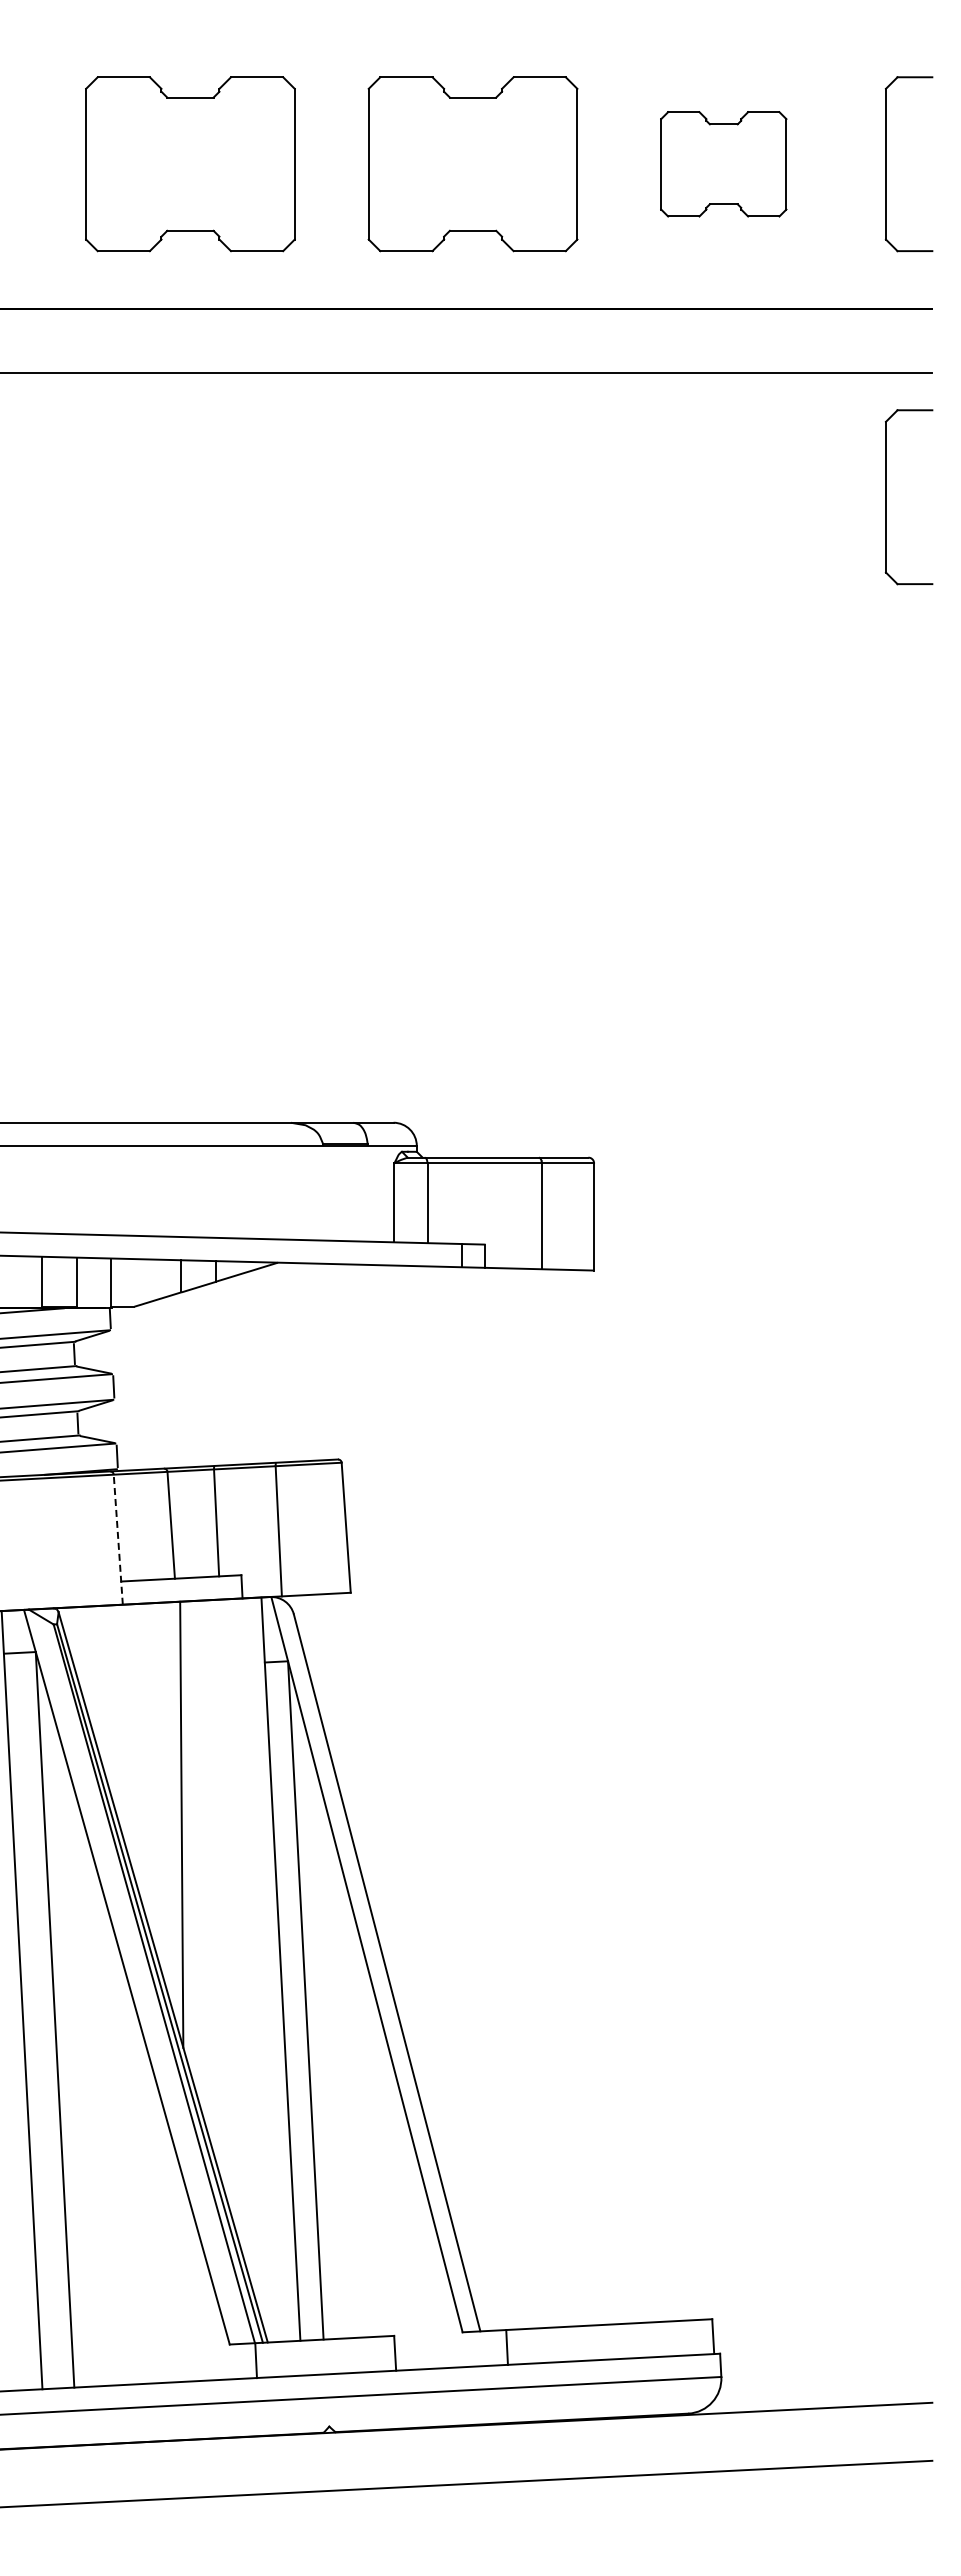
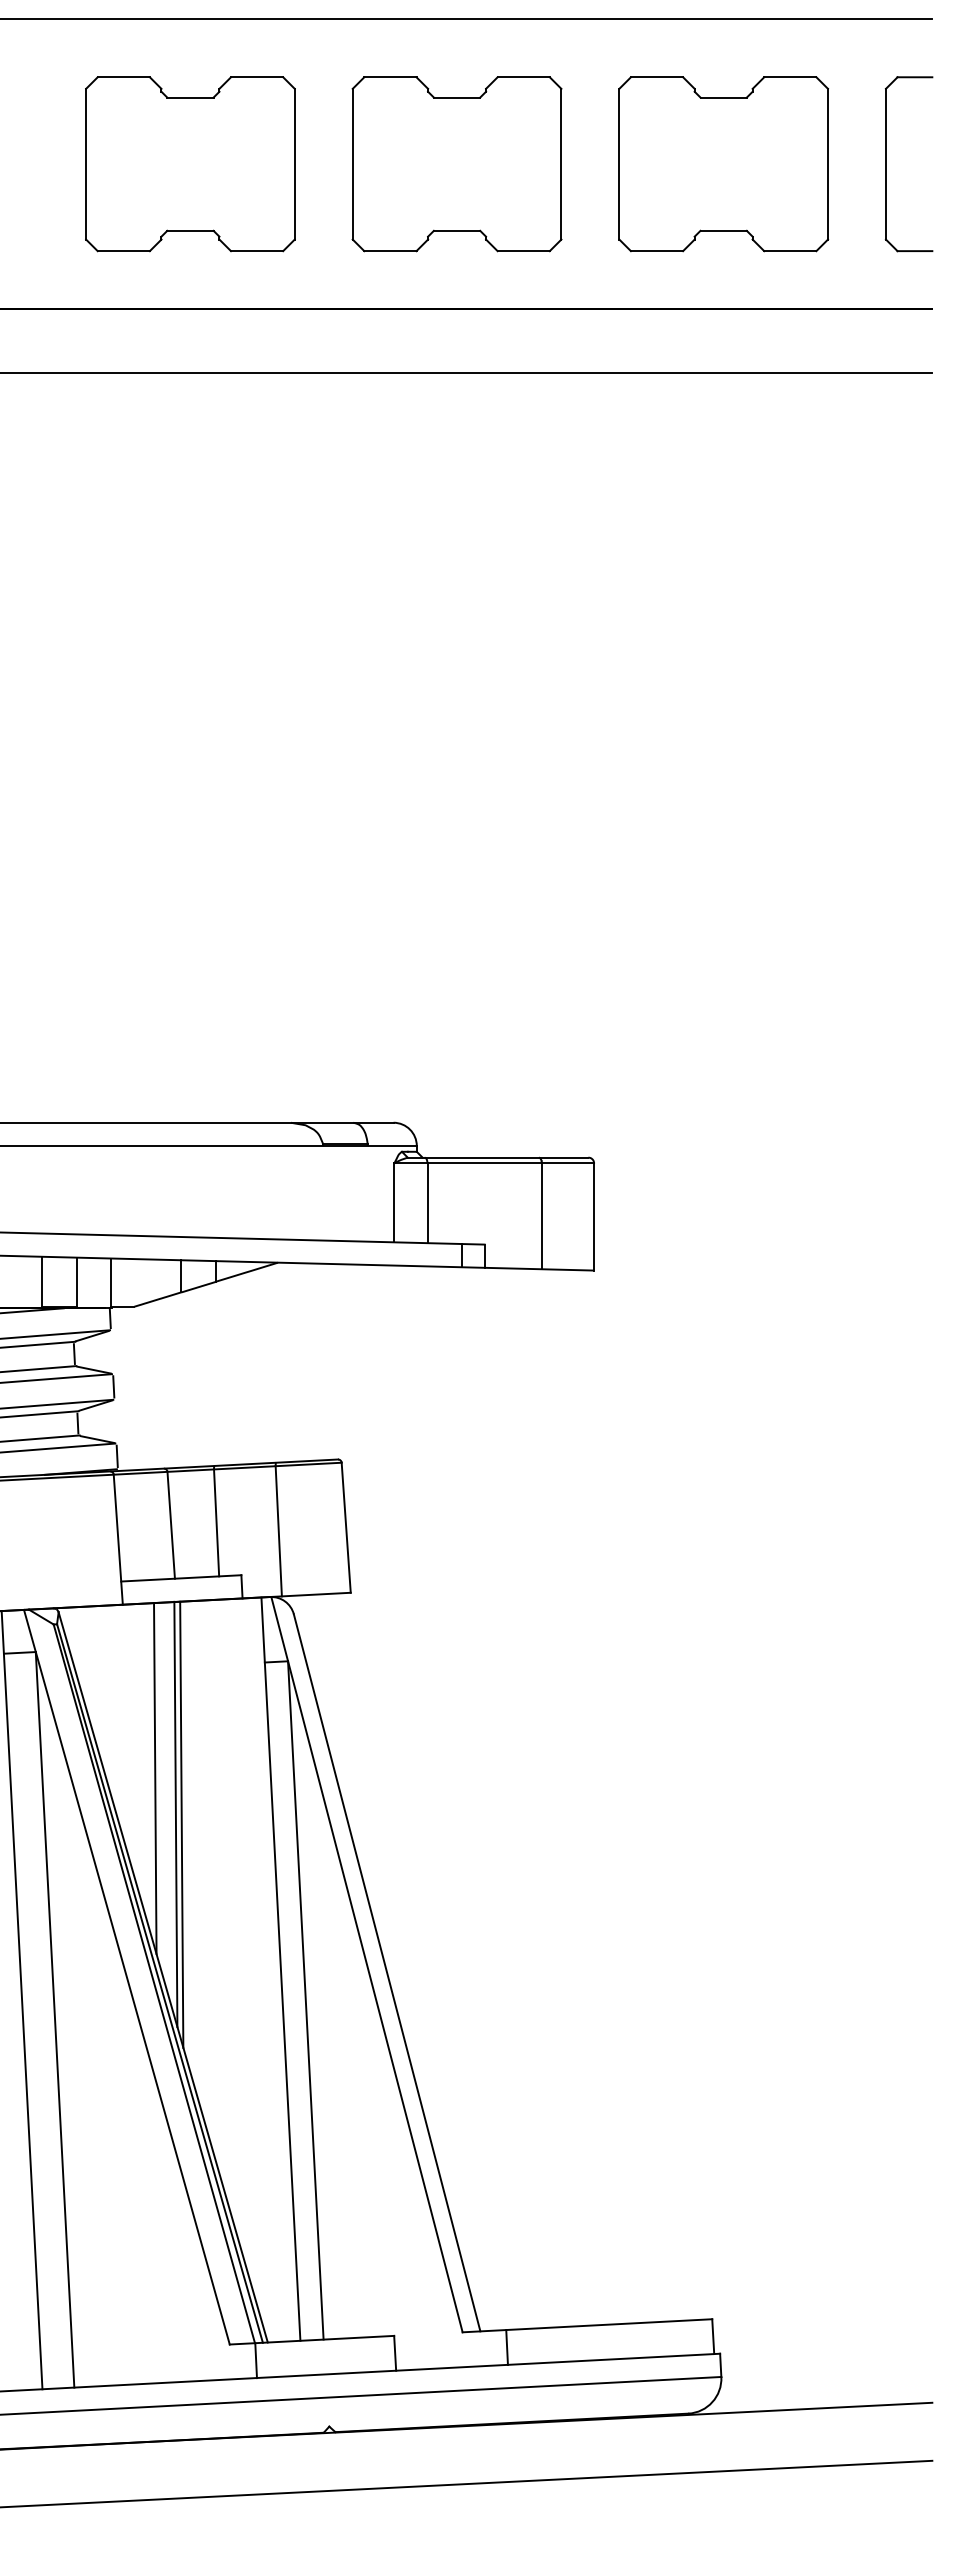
line at (467, 19): none -> present
part at (472, 164) position: (472, 164) -> (456, 164)
part at (723, 164) size: 128x107 px -> 212x177 px
part at (886, 497): present -> none
line at (118, 1539): dashed -> solid
line at (155, 1778): none -> present
line at (175, 1814): none -> present
